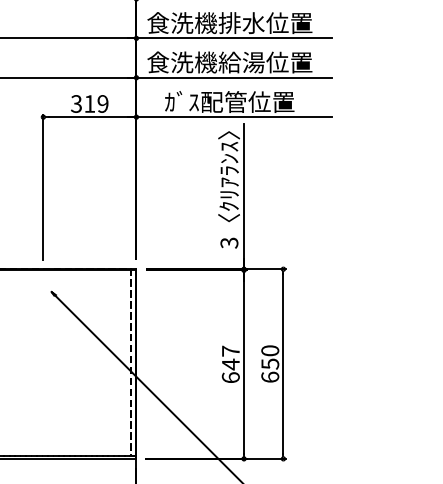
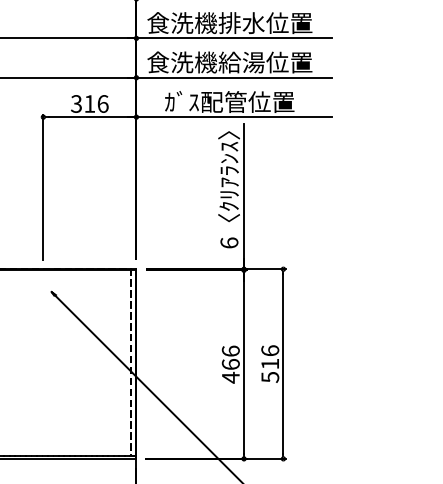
text at (102, 103): 319 -> 316
text at (229, 242): 3 -> 6
text at (270, 363): 650 -> 516
text at (230, 364): 647 -> 466
